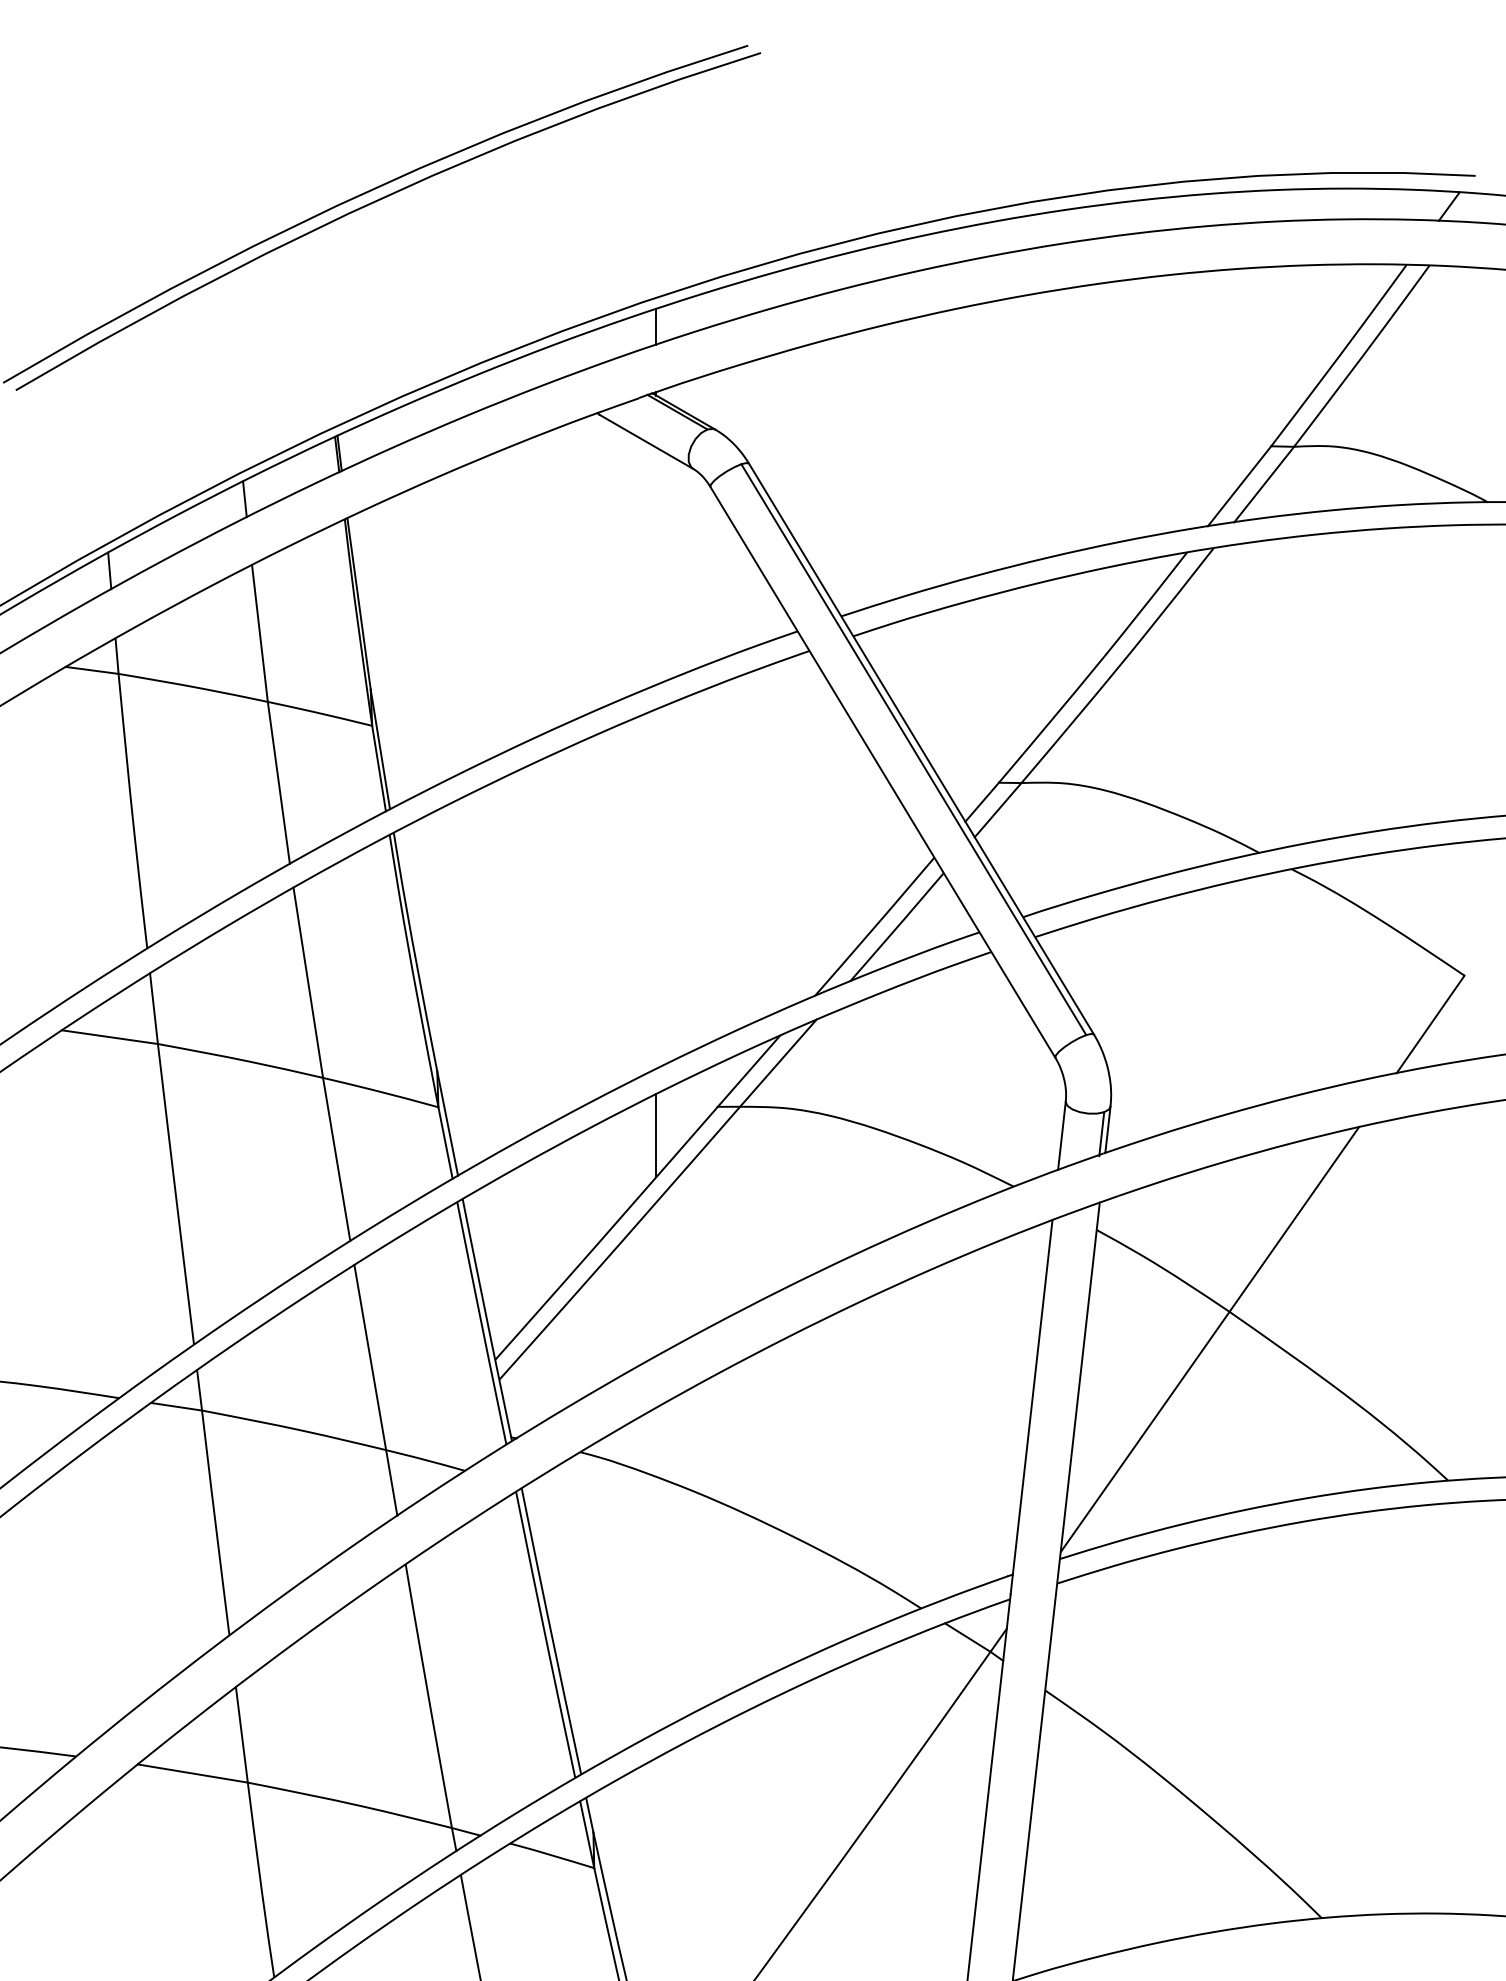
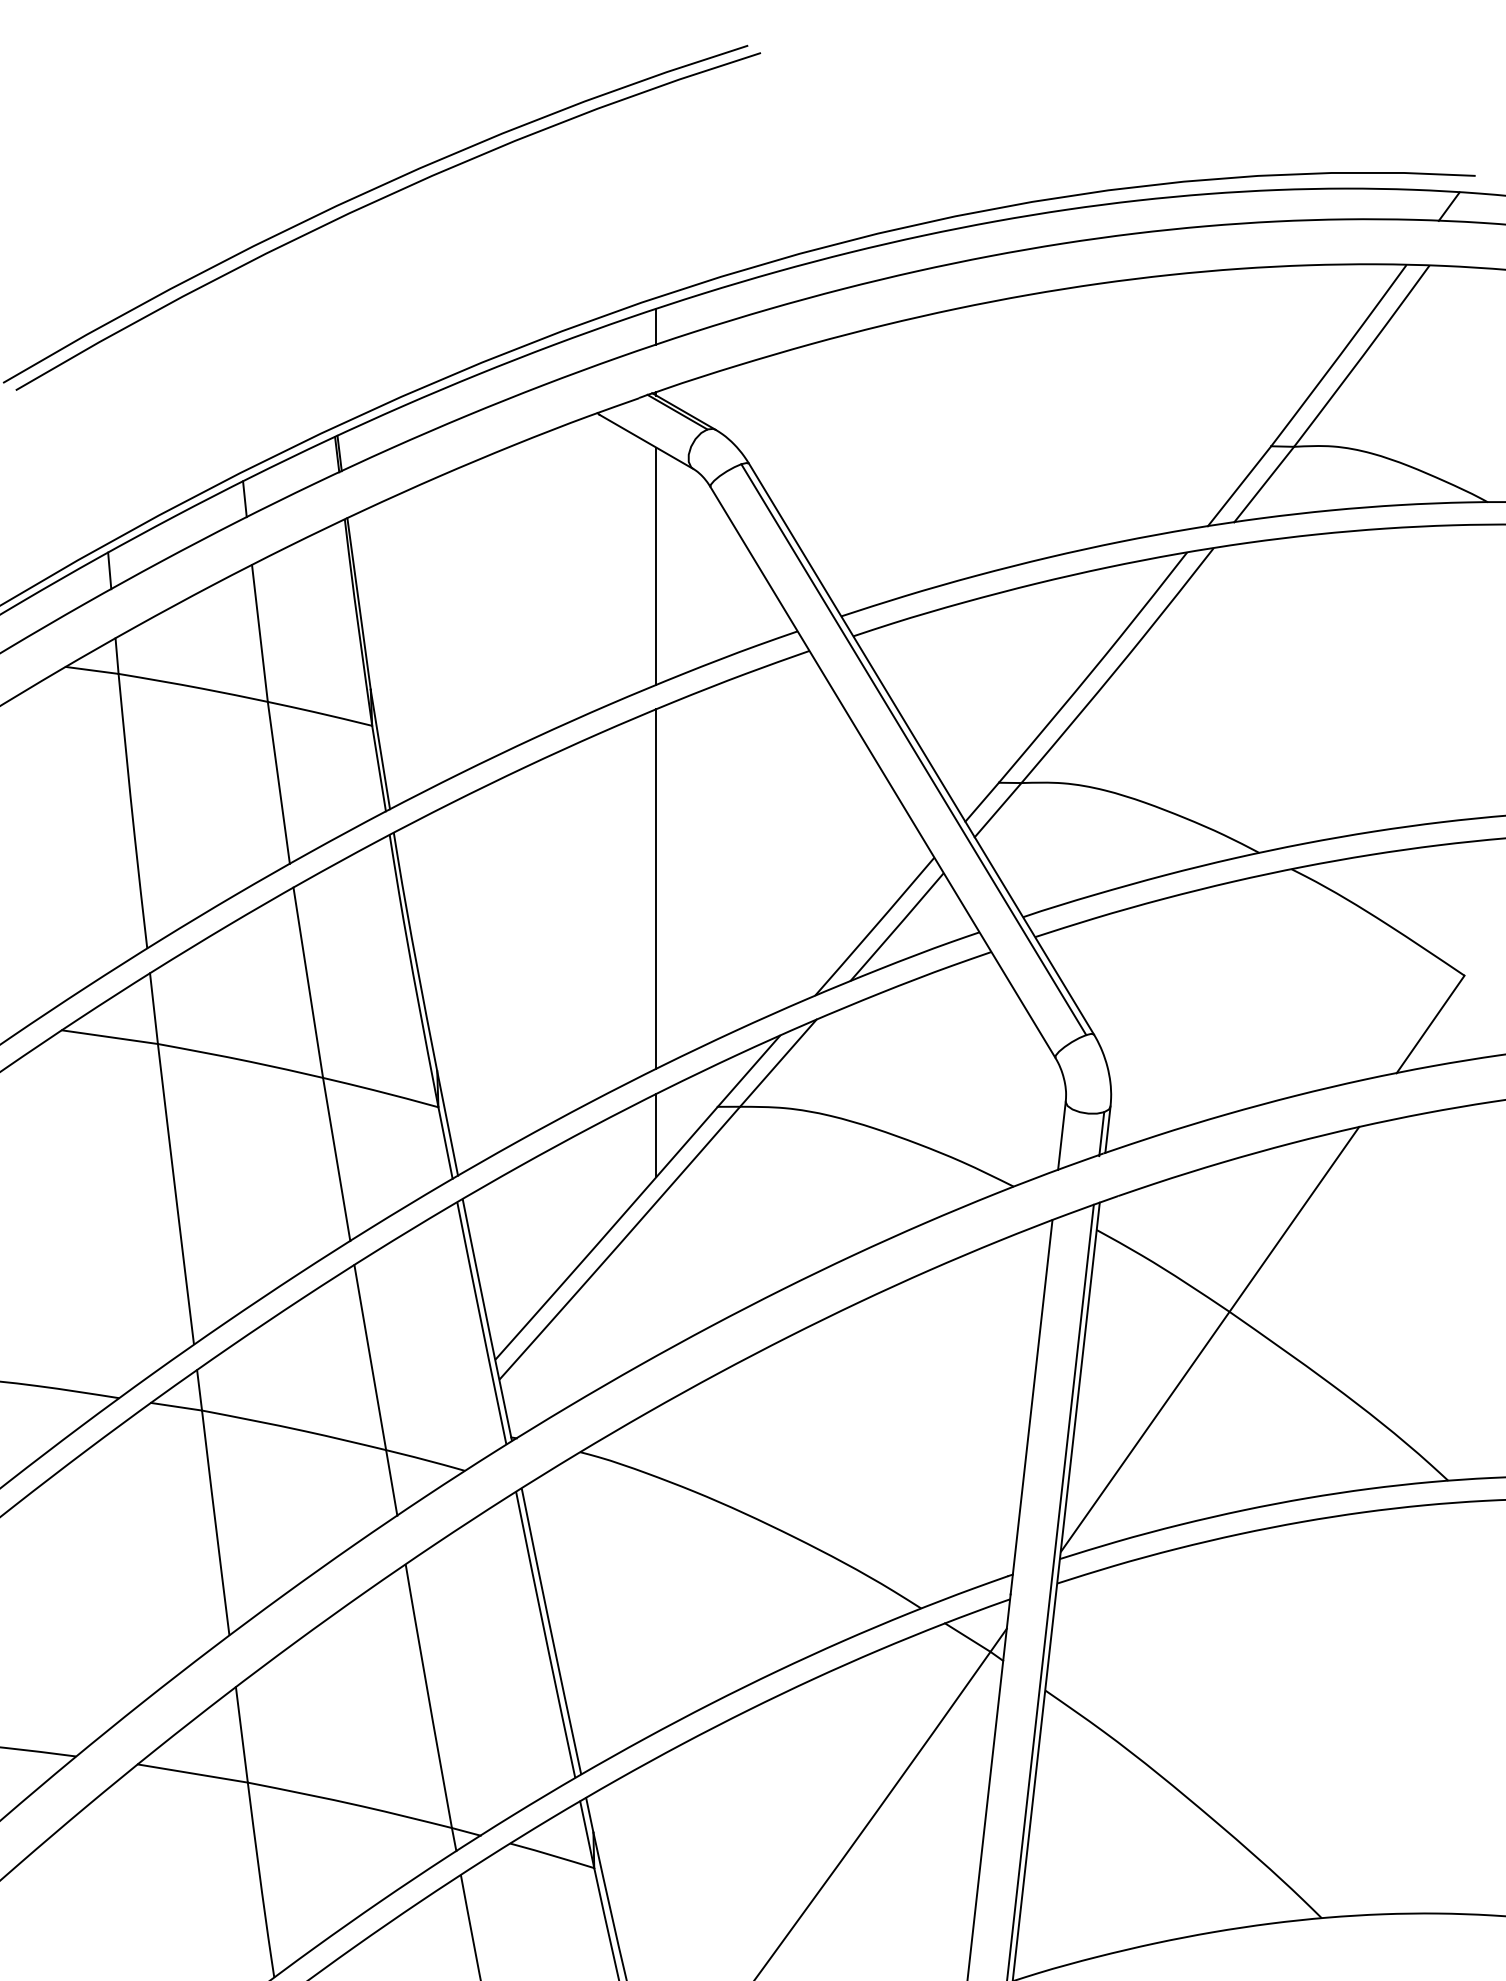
line at (656, 566): none -> present
line at (656, 888): none -> present
line at (1050, 1590): none -> present
